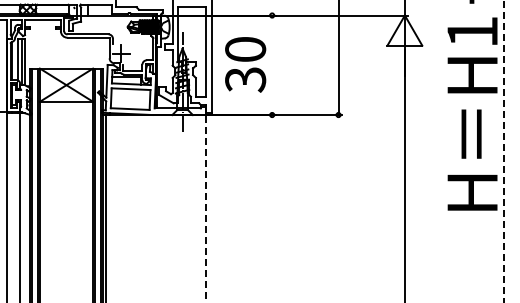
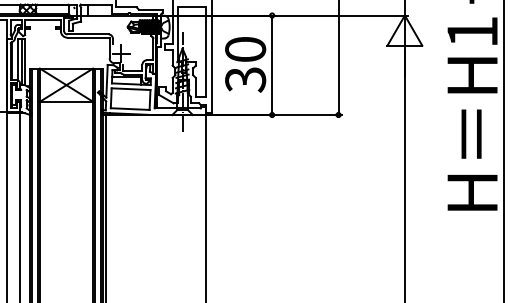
line at (272, 65): none -> present
line at (504, 151): dashed -> solid
line at (205, 208): dashed -> solid
